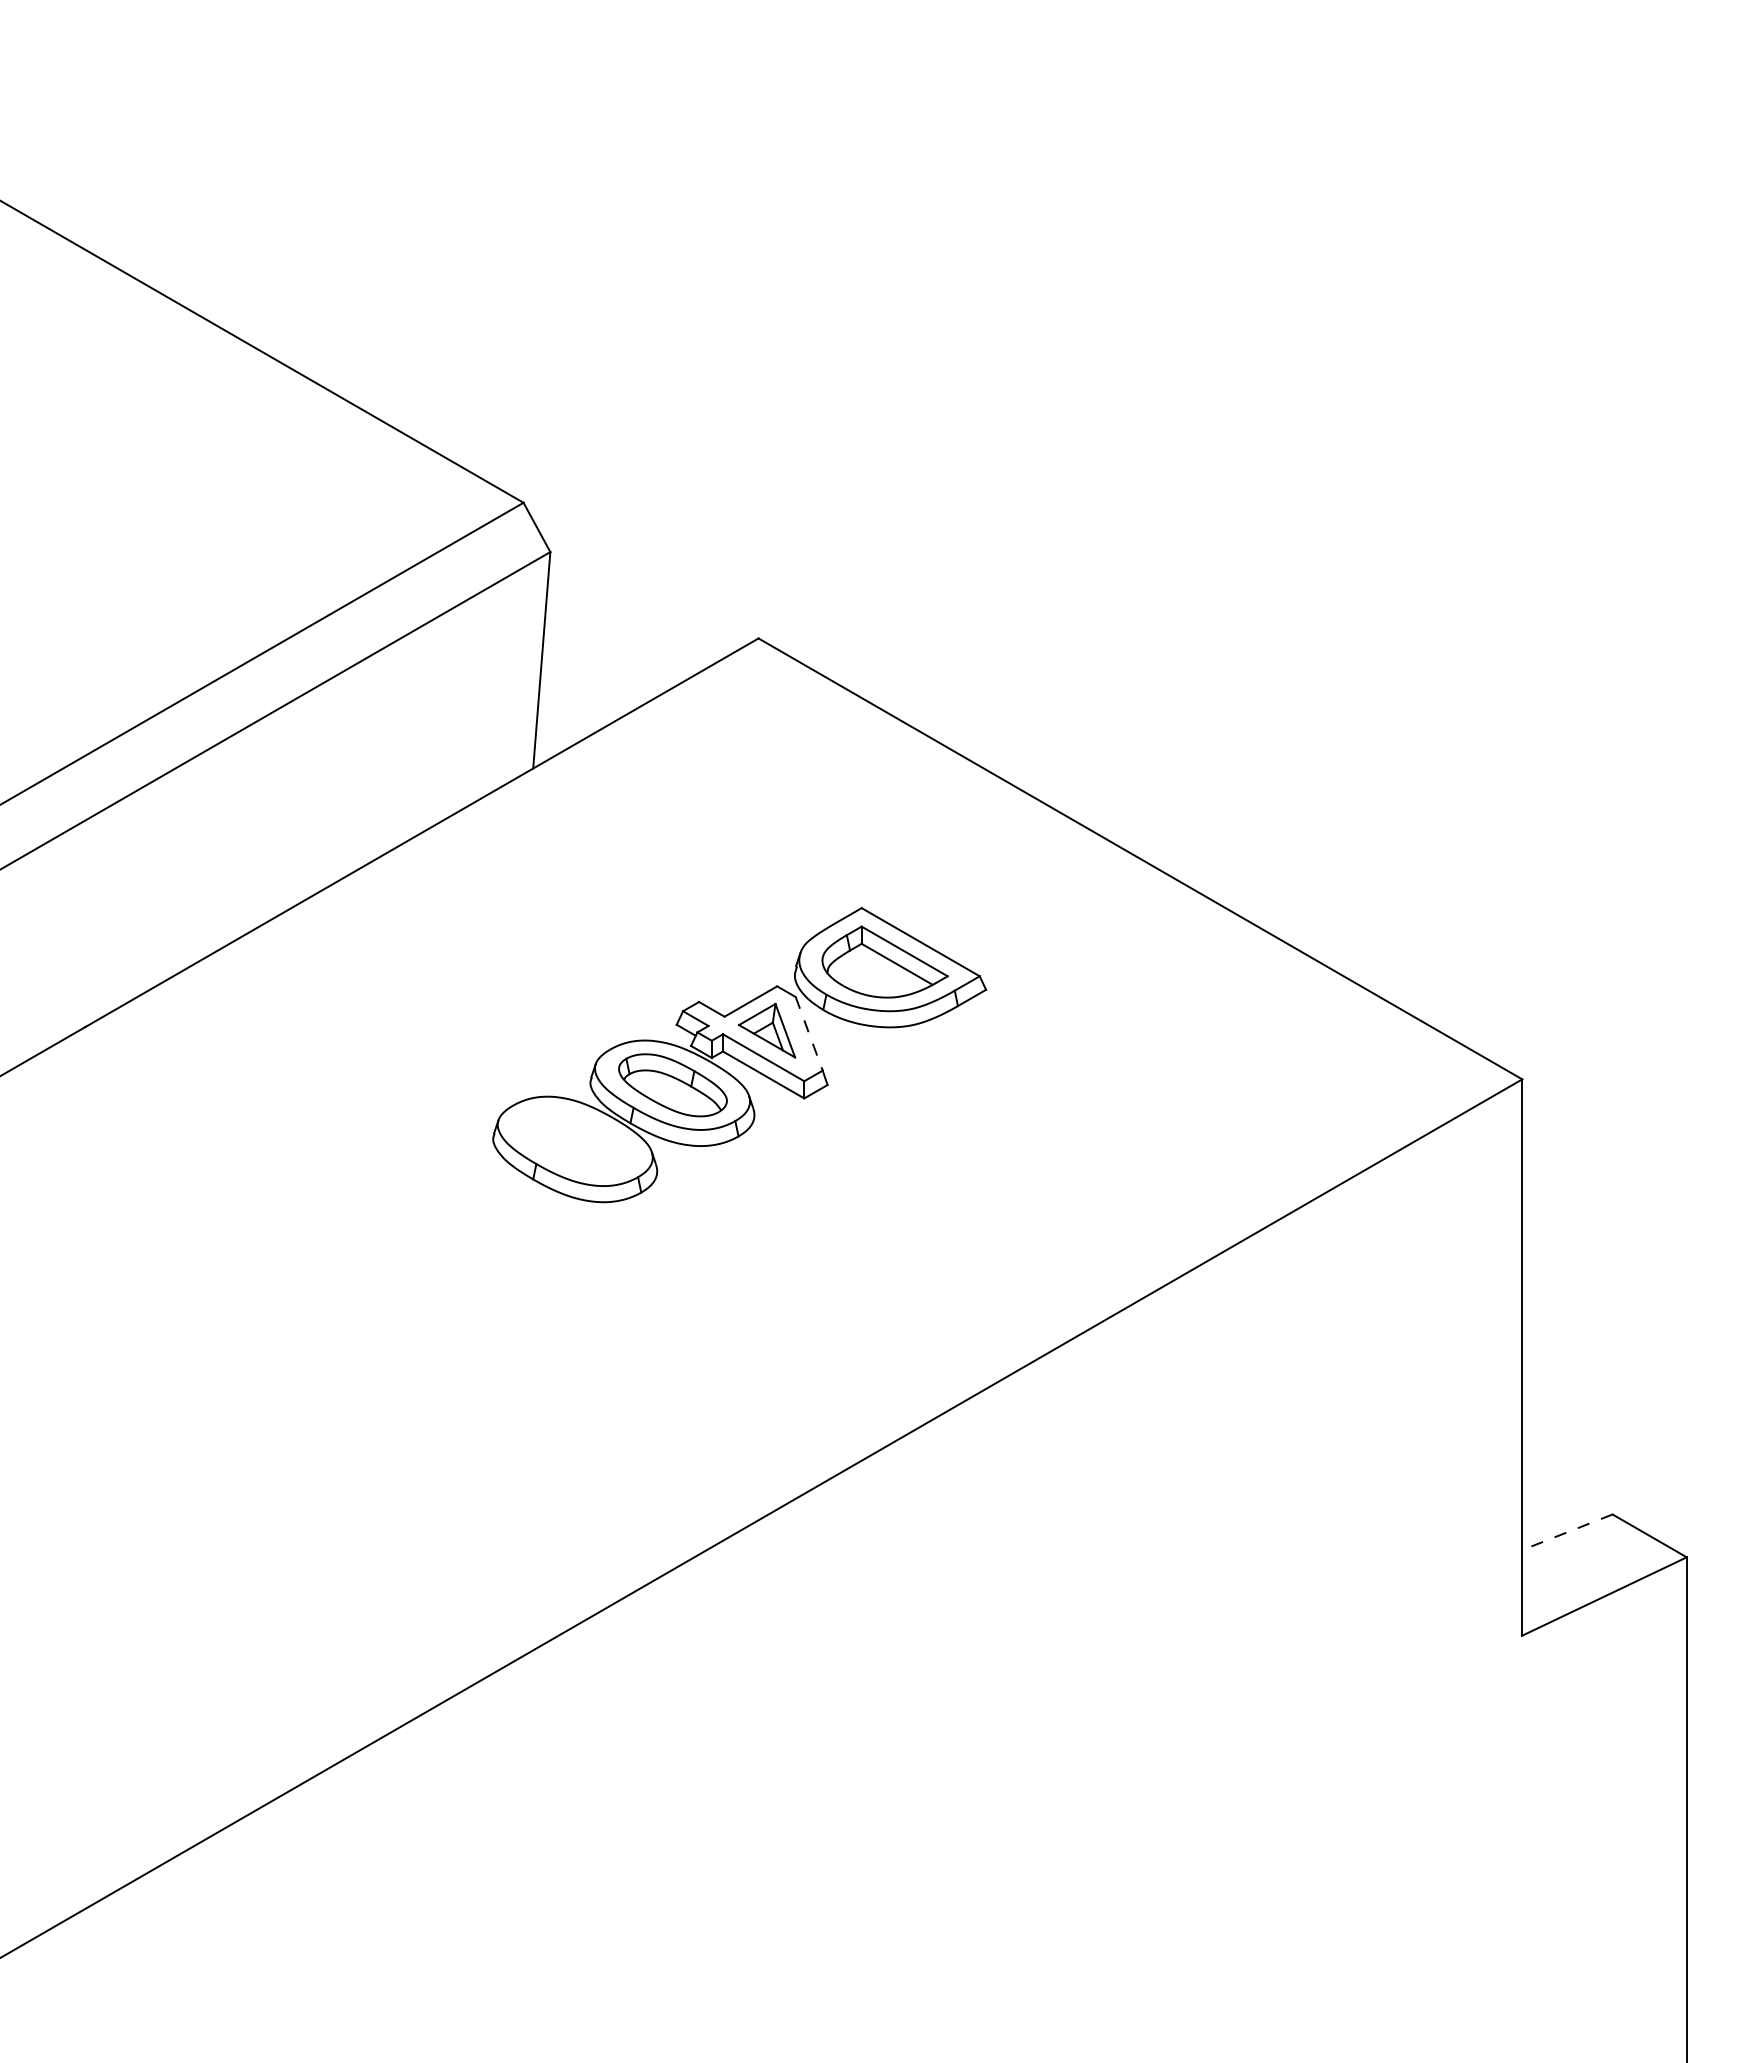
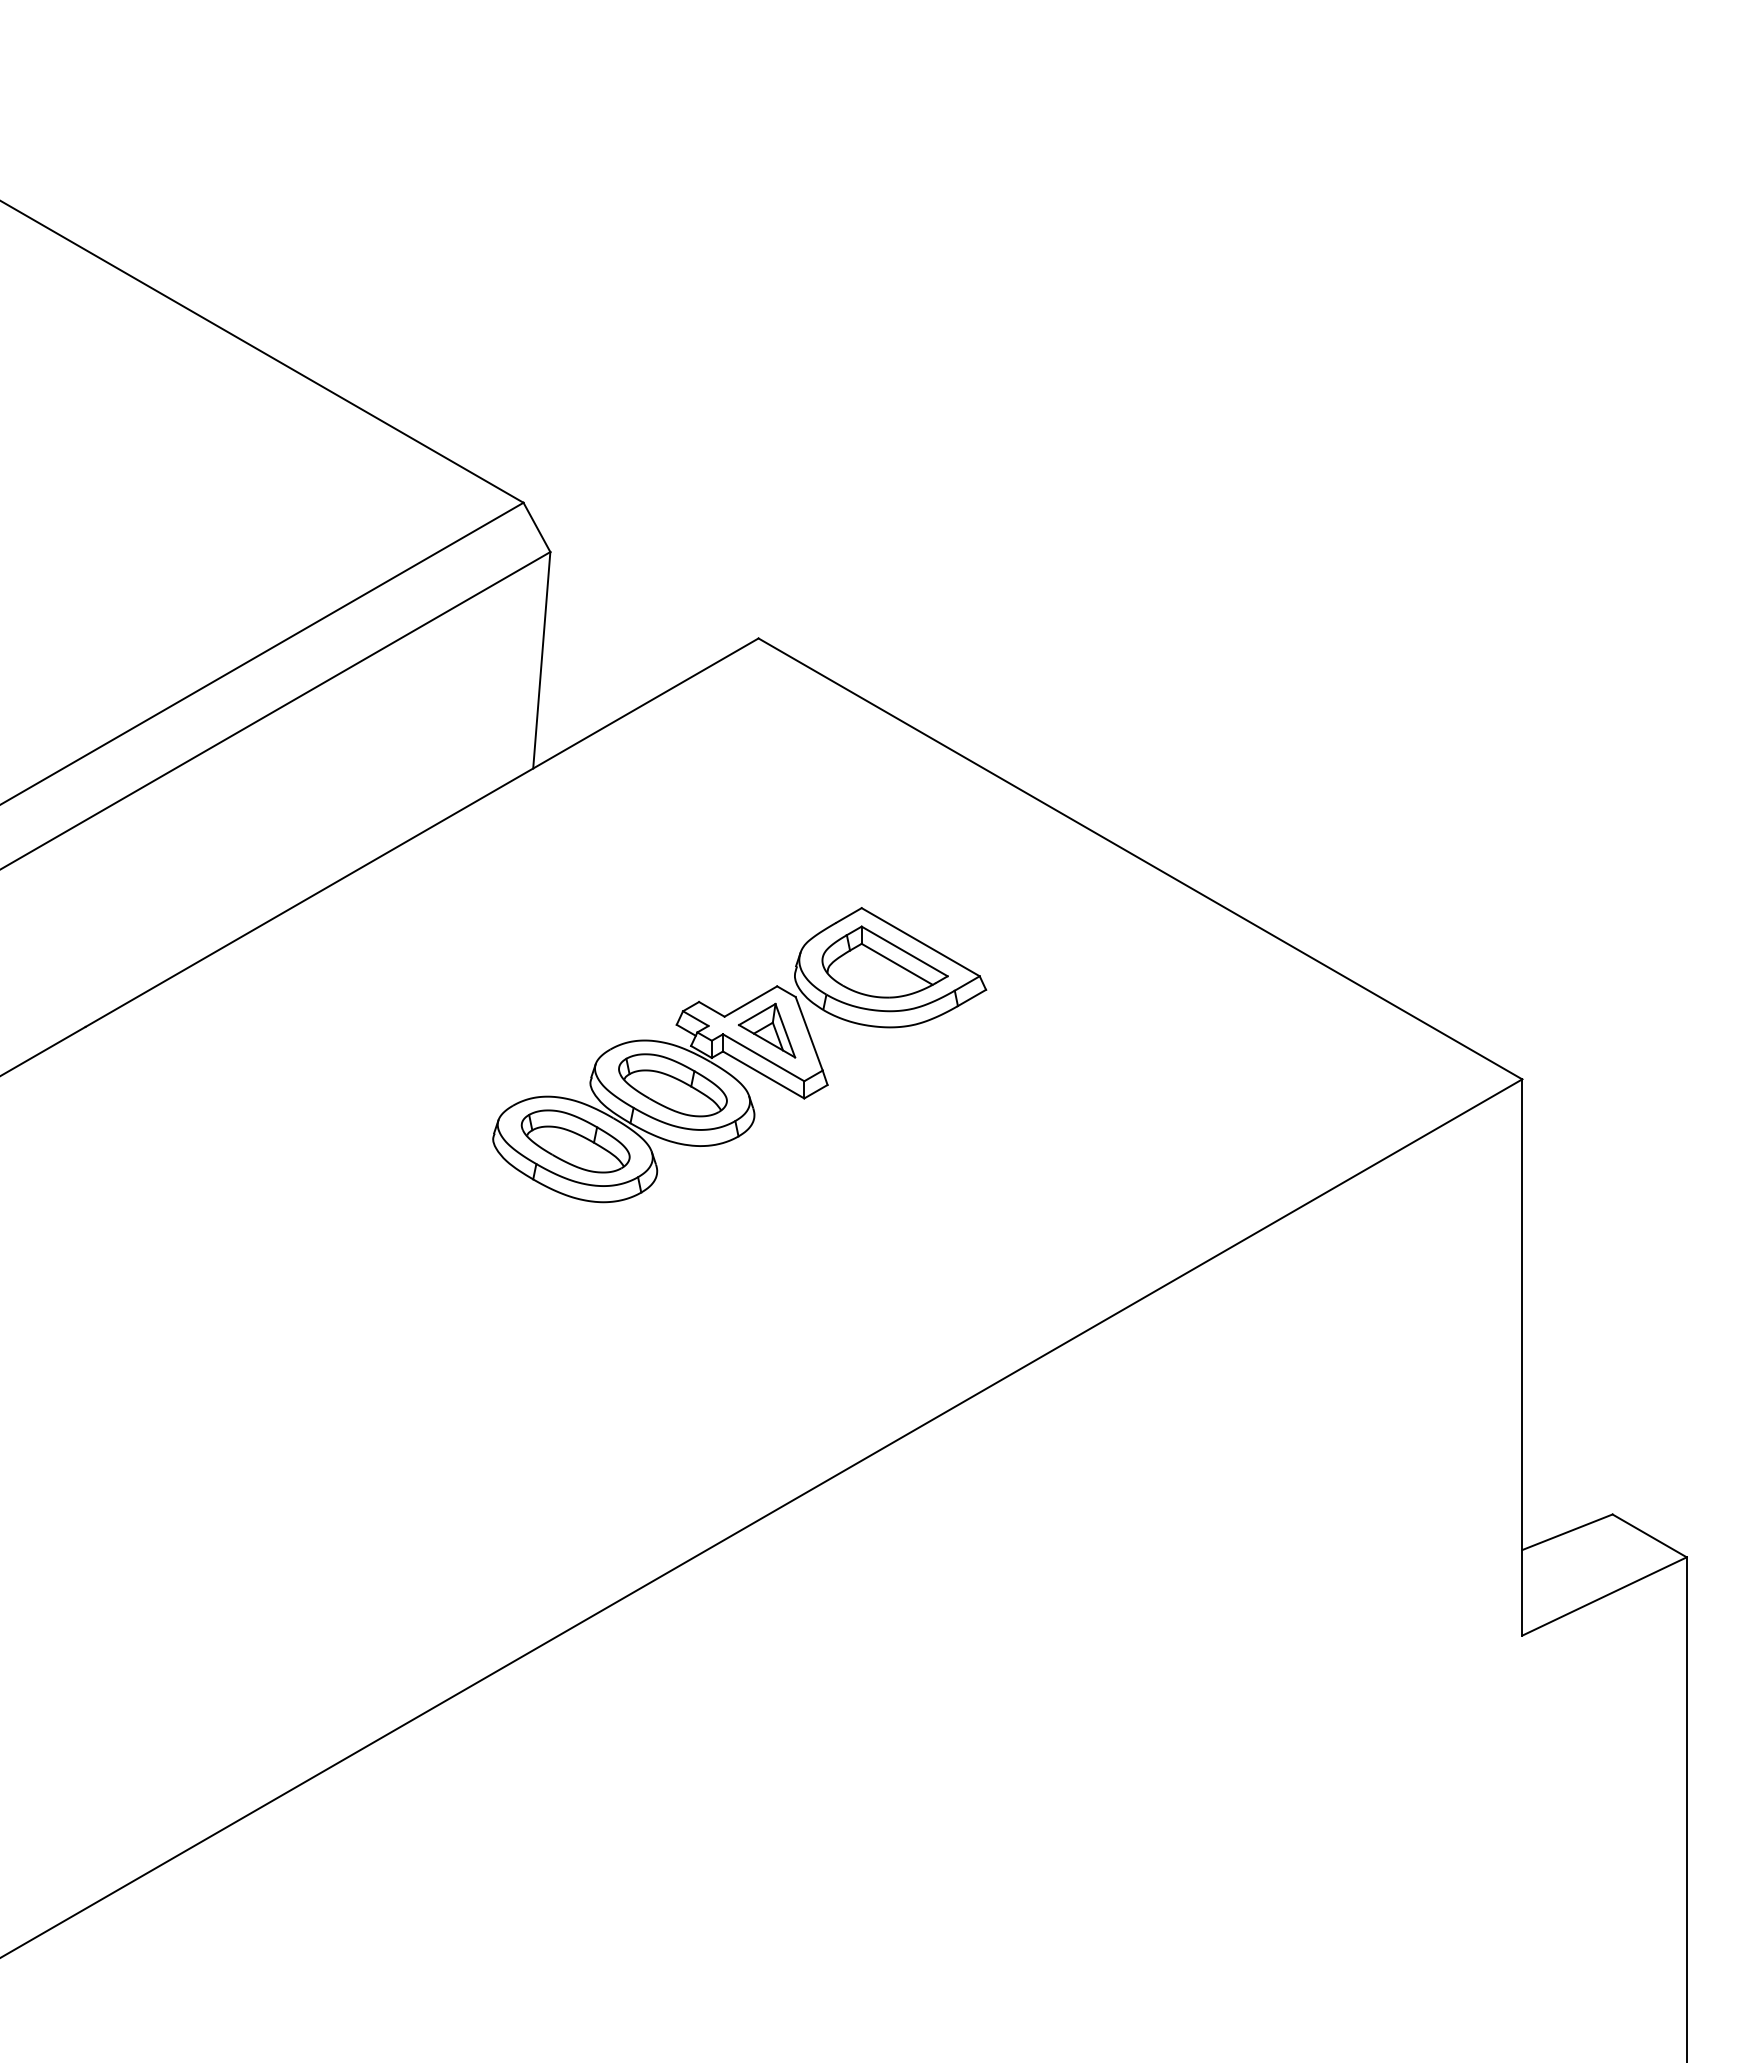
line at (809, 1034): dashed -> solid
part at (575, 1141): none -> present
line at (1567, 1532): dashed -> solid
